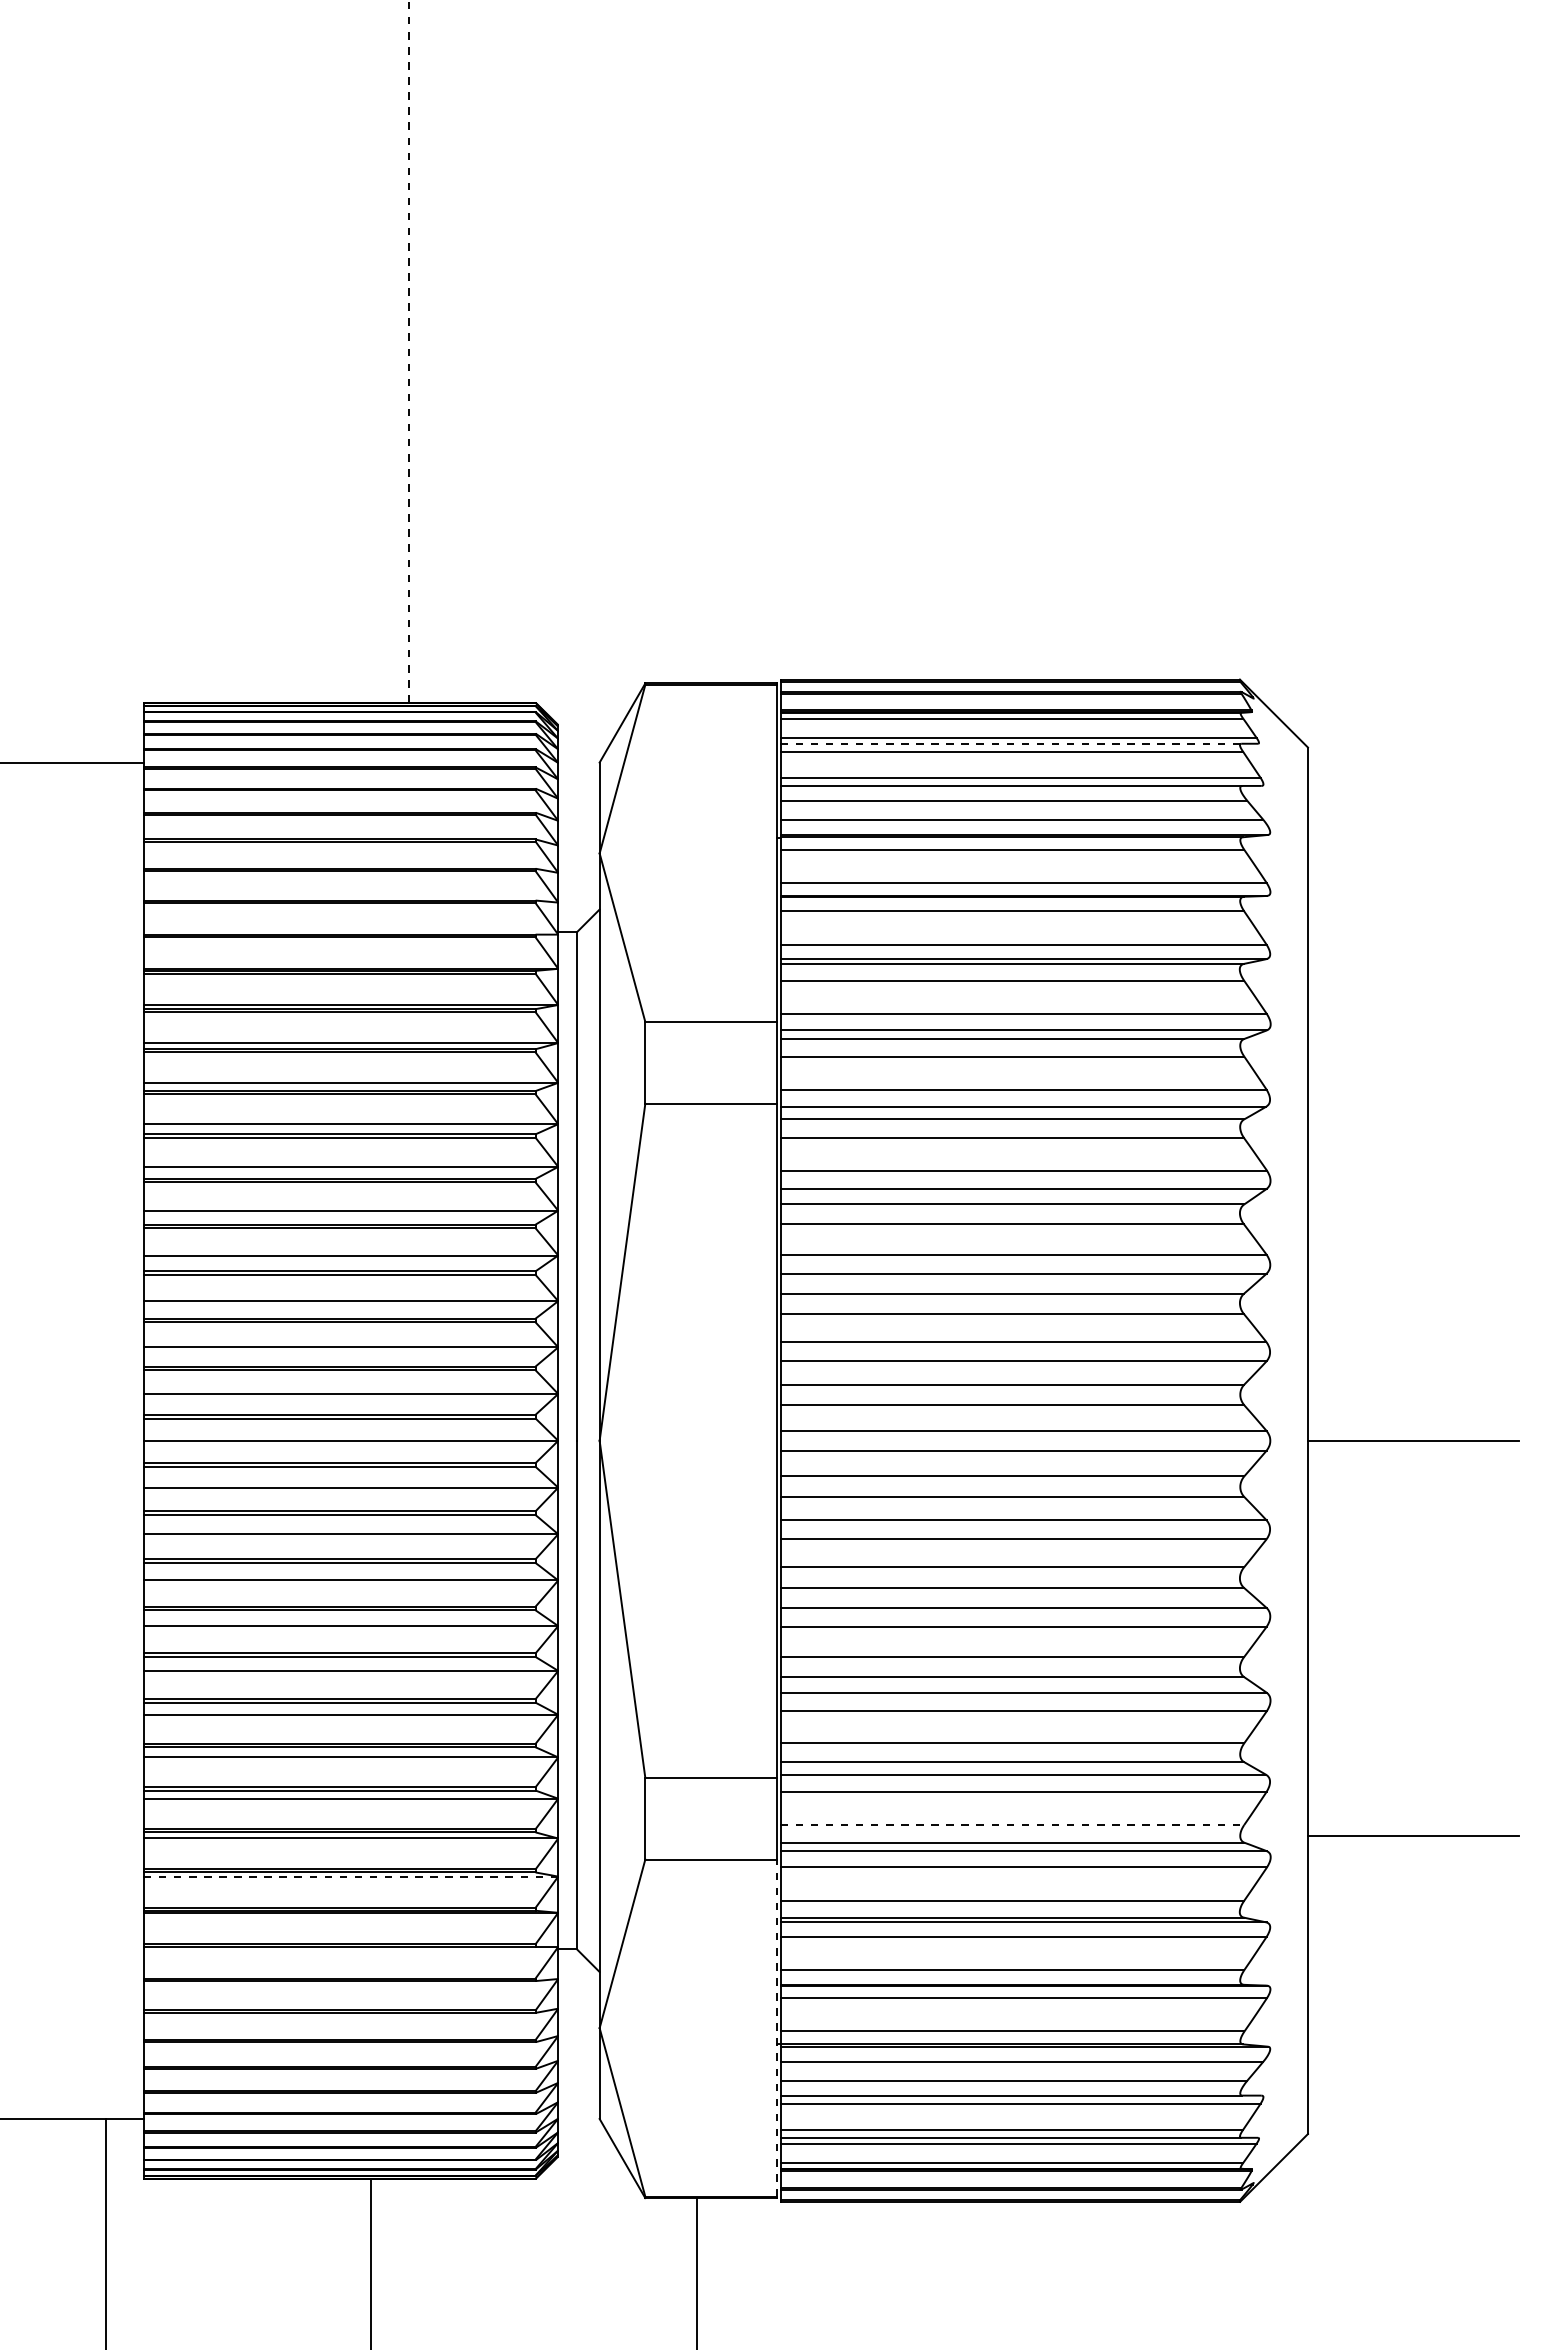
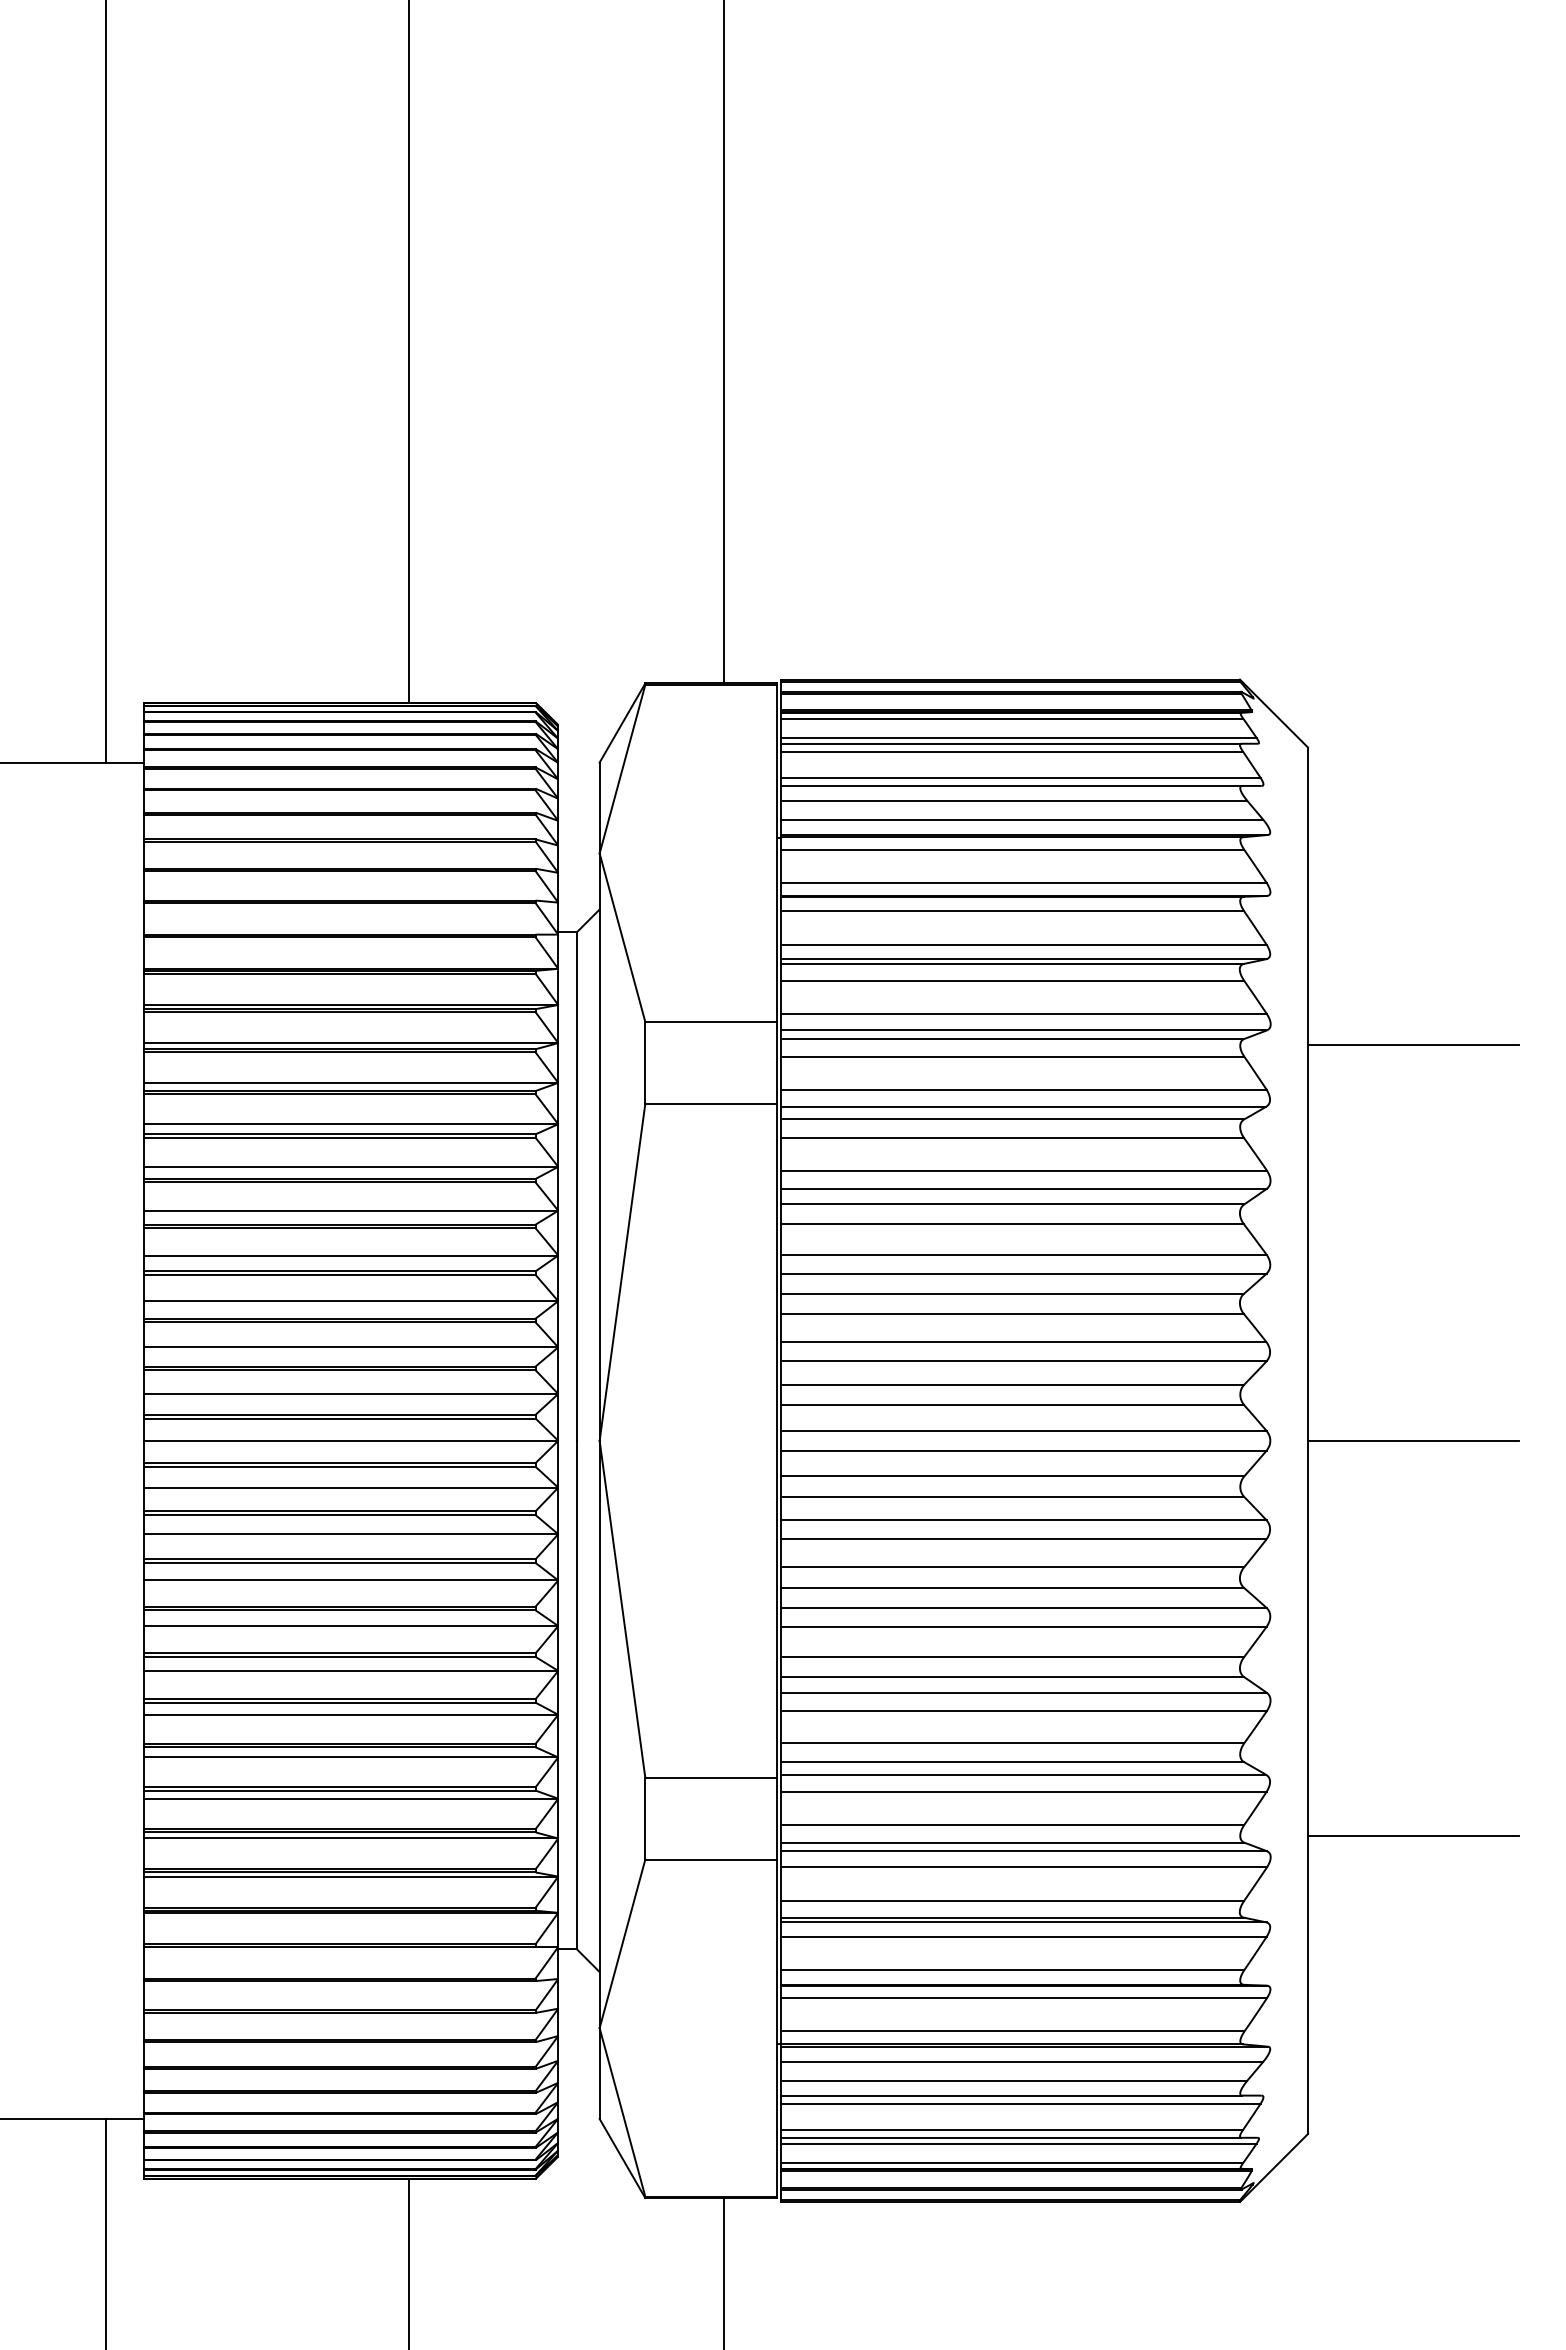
line at (723, 342): none -> present
line at (408, 351): dashed -> solid
line at (106, 382): none -> present
line at (1011, 743): dashed -> solid
line at (1412, 1045): none -> present
line at (1012, 1825): dashed -> solid
line at (350, 1876): dashed -> solid
line at (776, 2028): dashed -> solid
line at (370, 2262) position: (370, 2262) -> (408, 2262)
line at (696, 2272) position: (696, 2272) -> (723, 2272)
